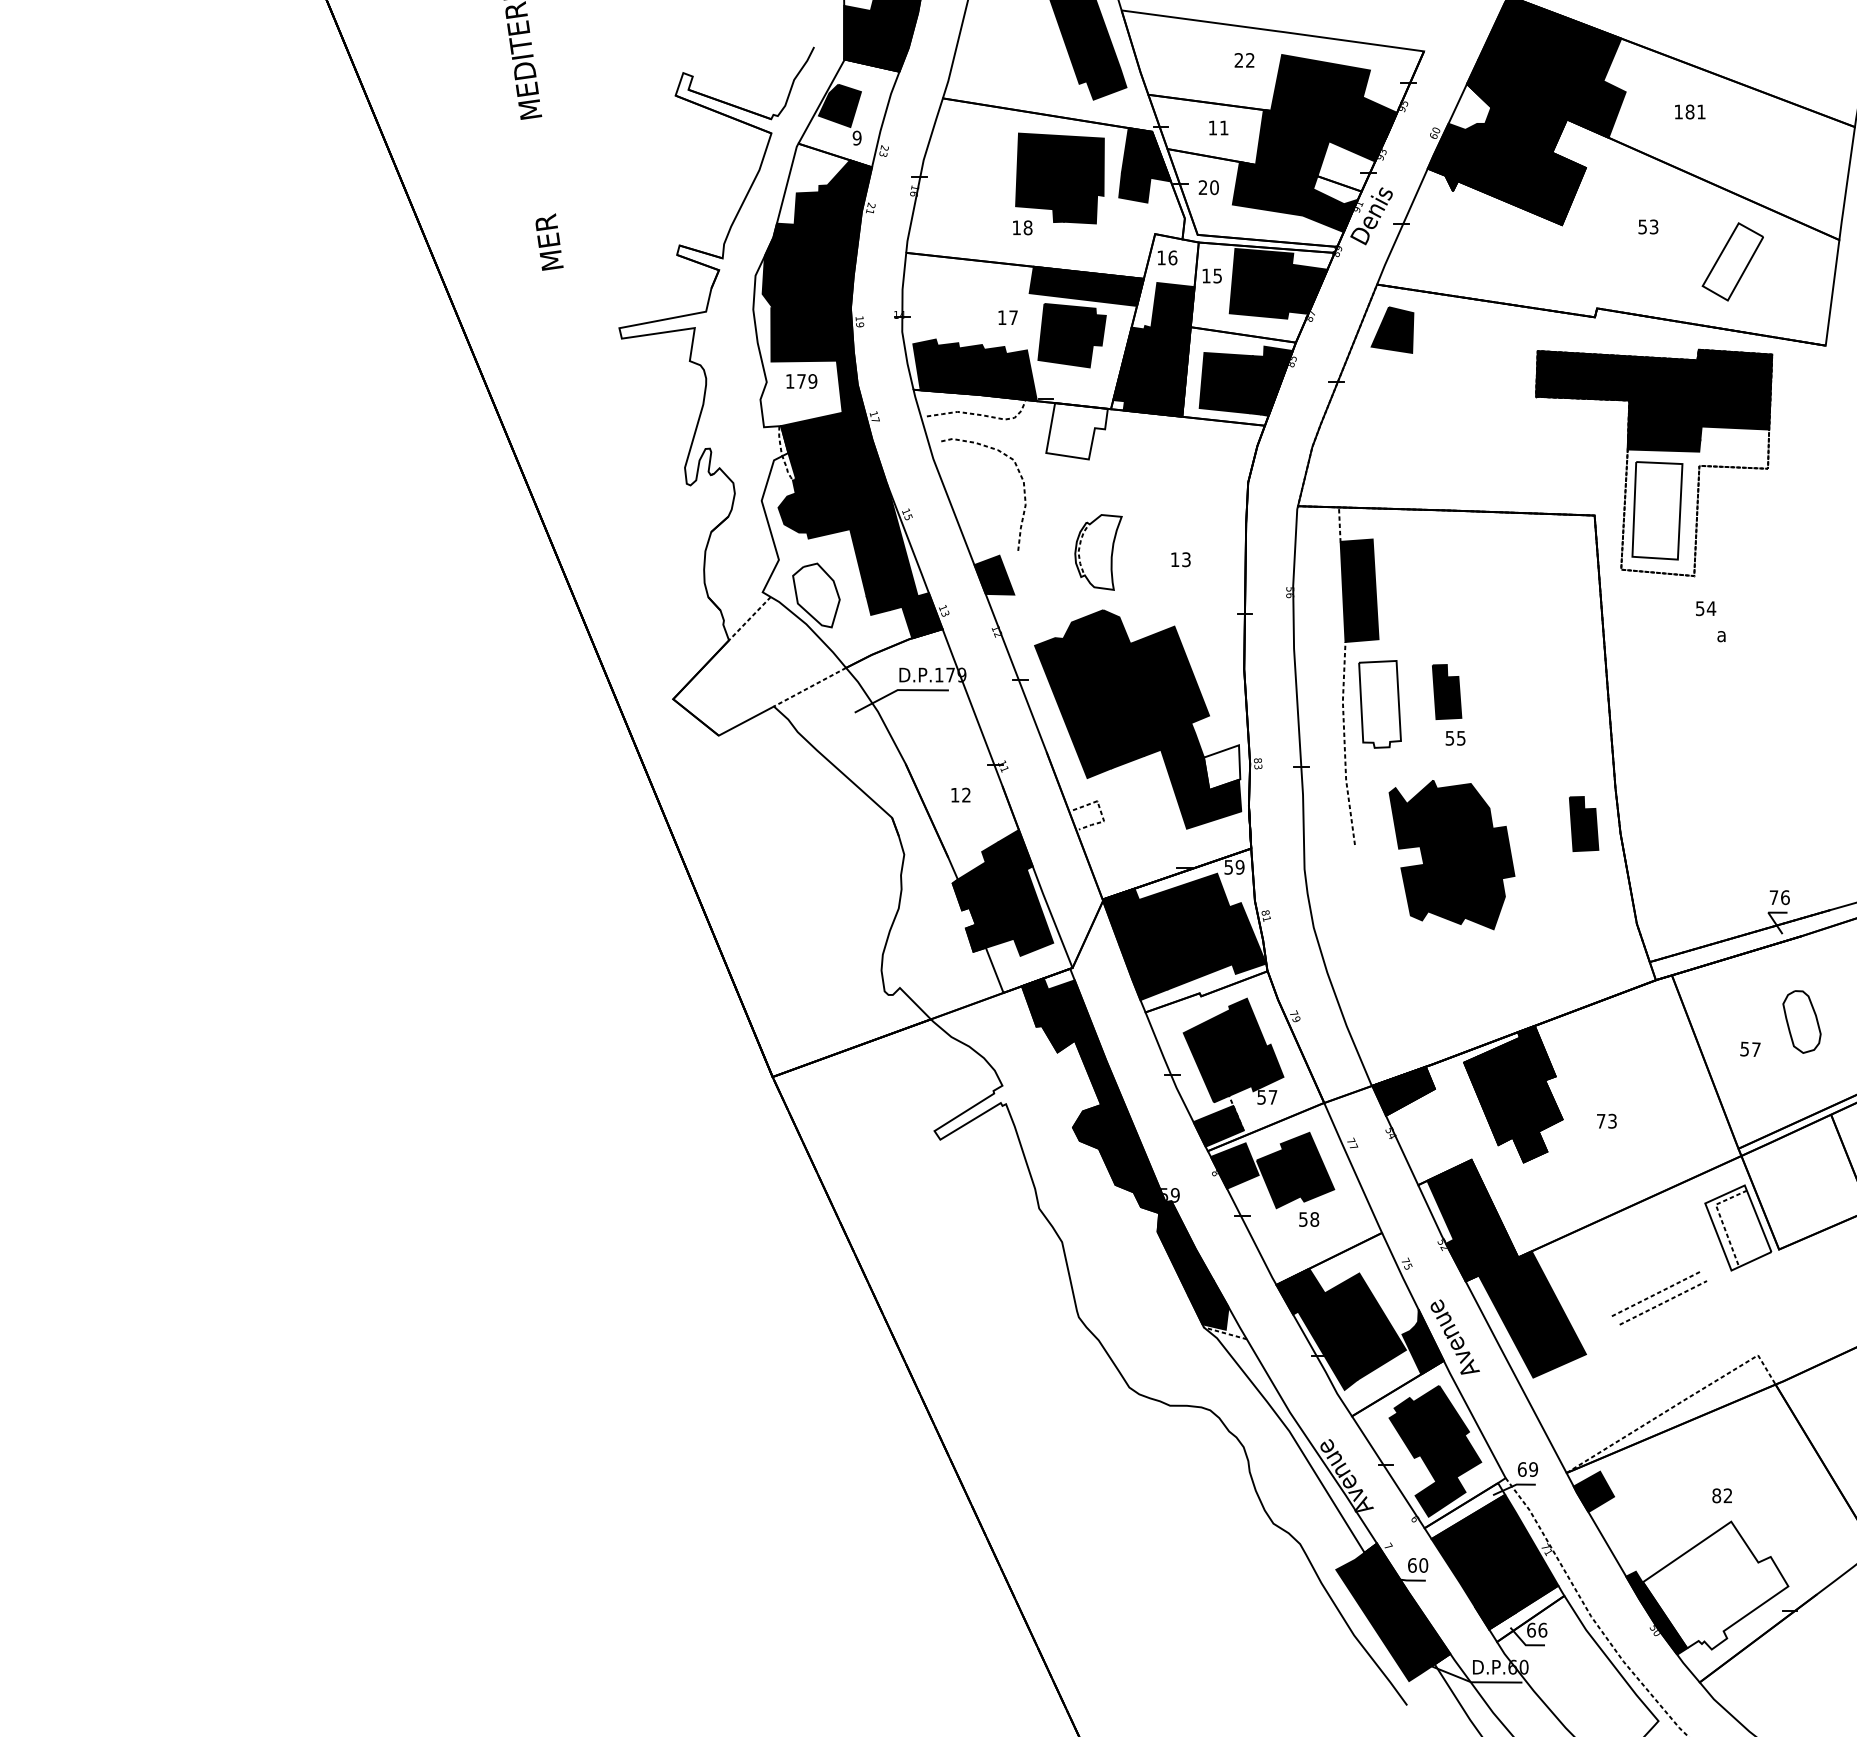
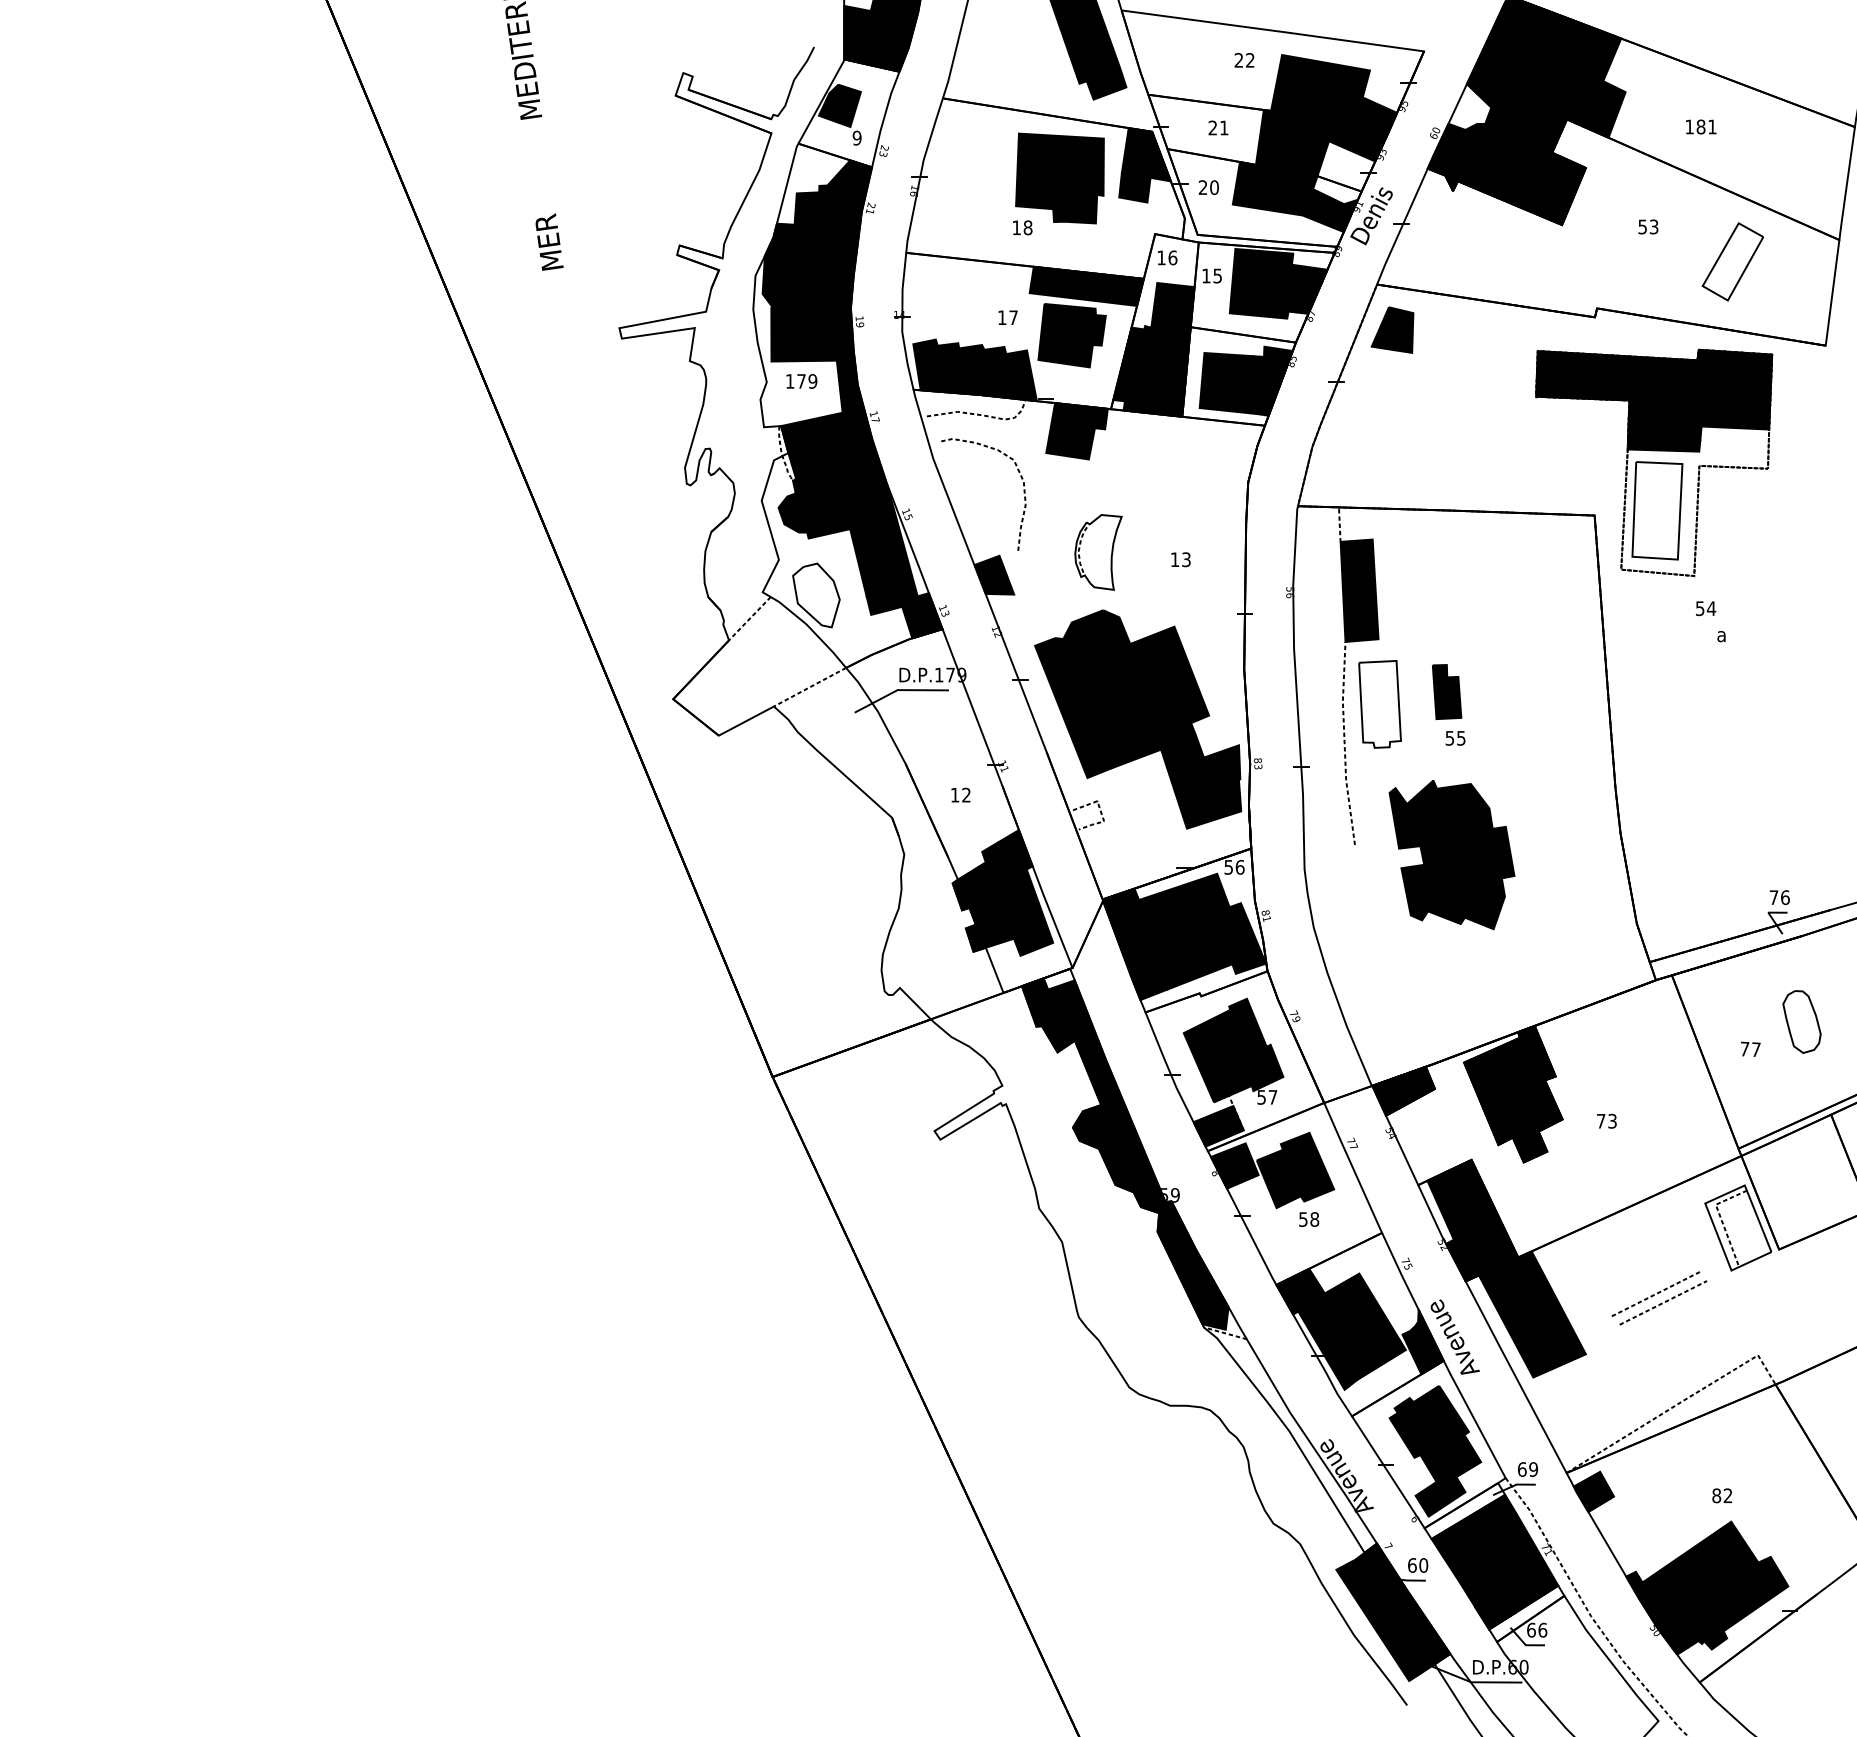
text at (1690, 111) position: (1690, 111) -> (1701, 126)
text at (1212, 127): 11 -> 21
fill at (1076, 431): none -> present
fill at (1221, 767): none -> present
part at (1584, 823): present -> none
text at (1239, 866): 59 -> 56
text at (1744, 1048): 57 -> 77
fill at (1715, 1585): none -> present
